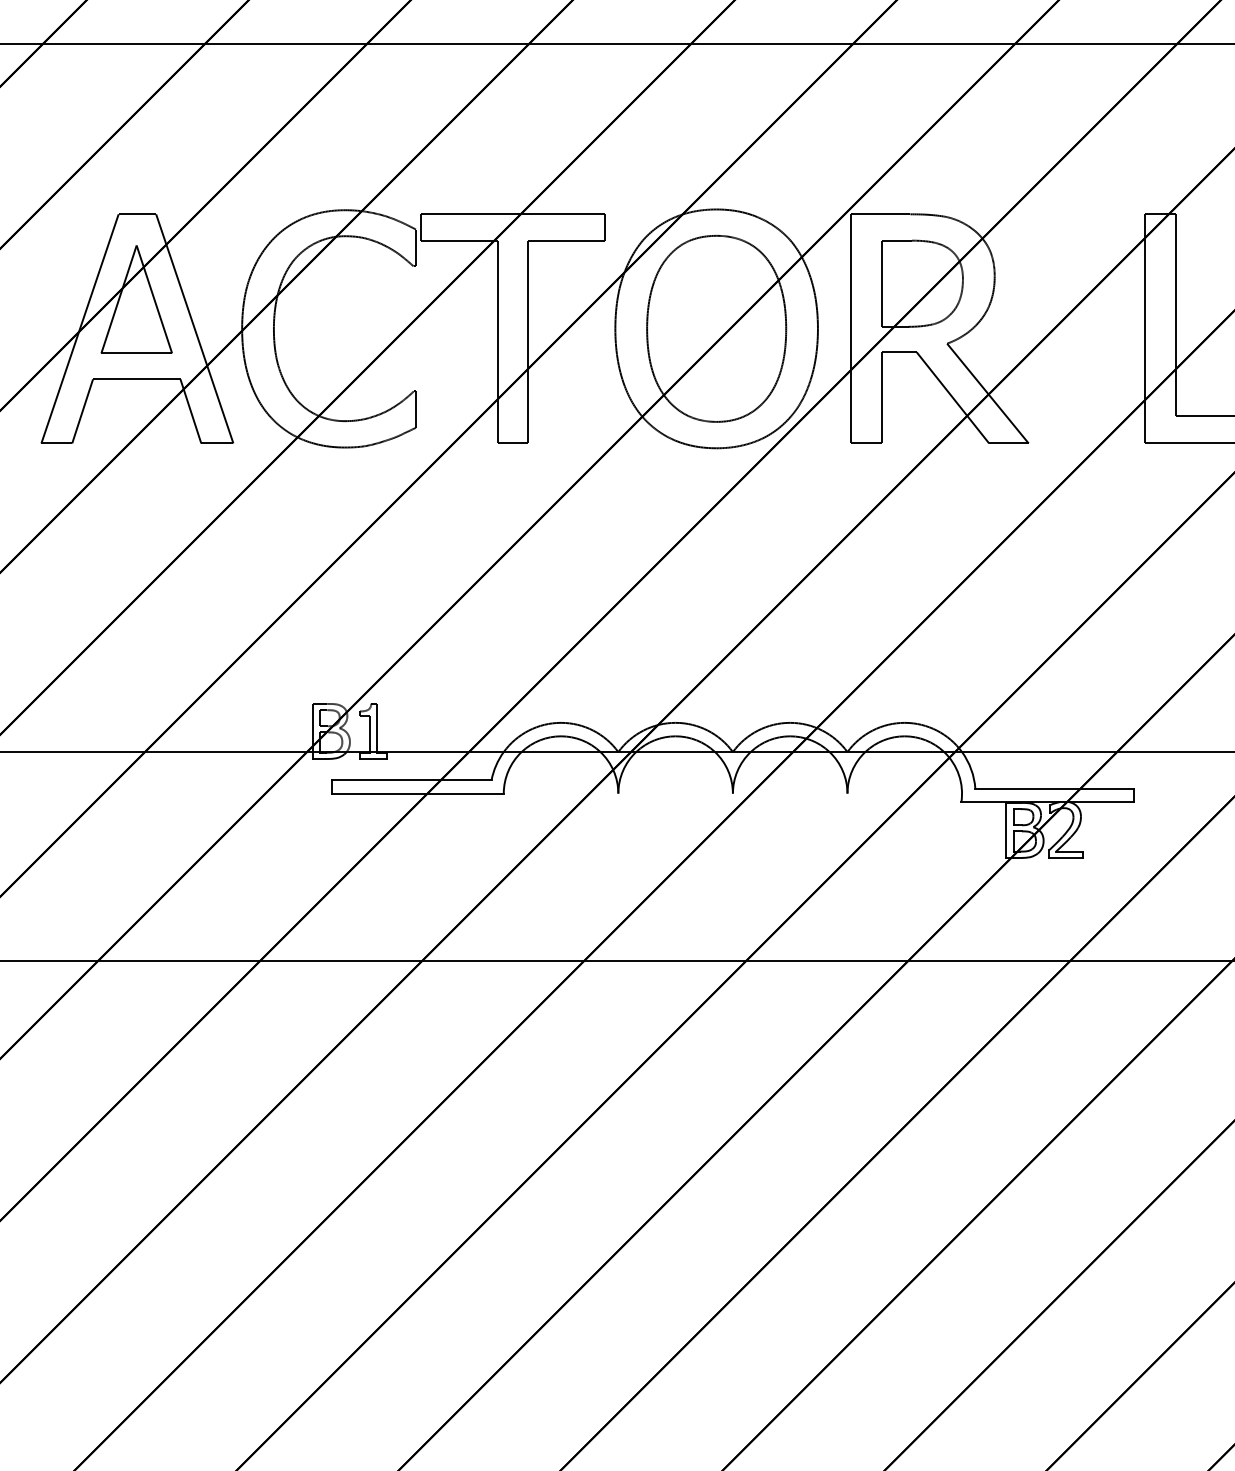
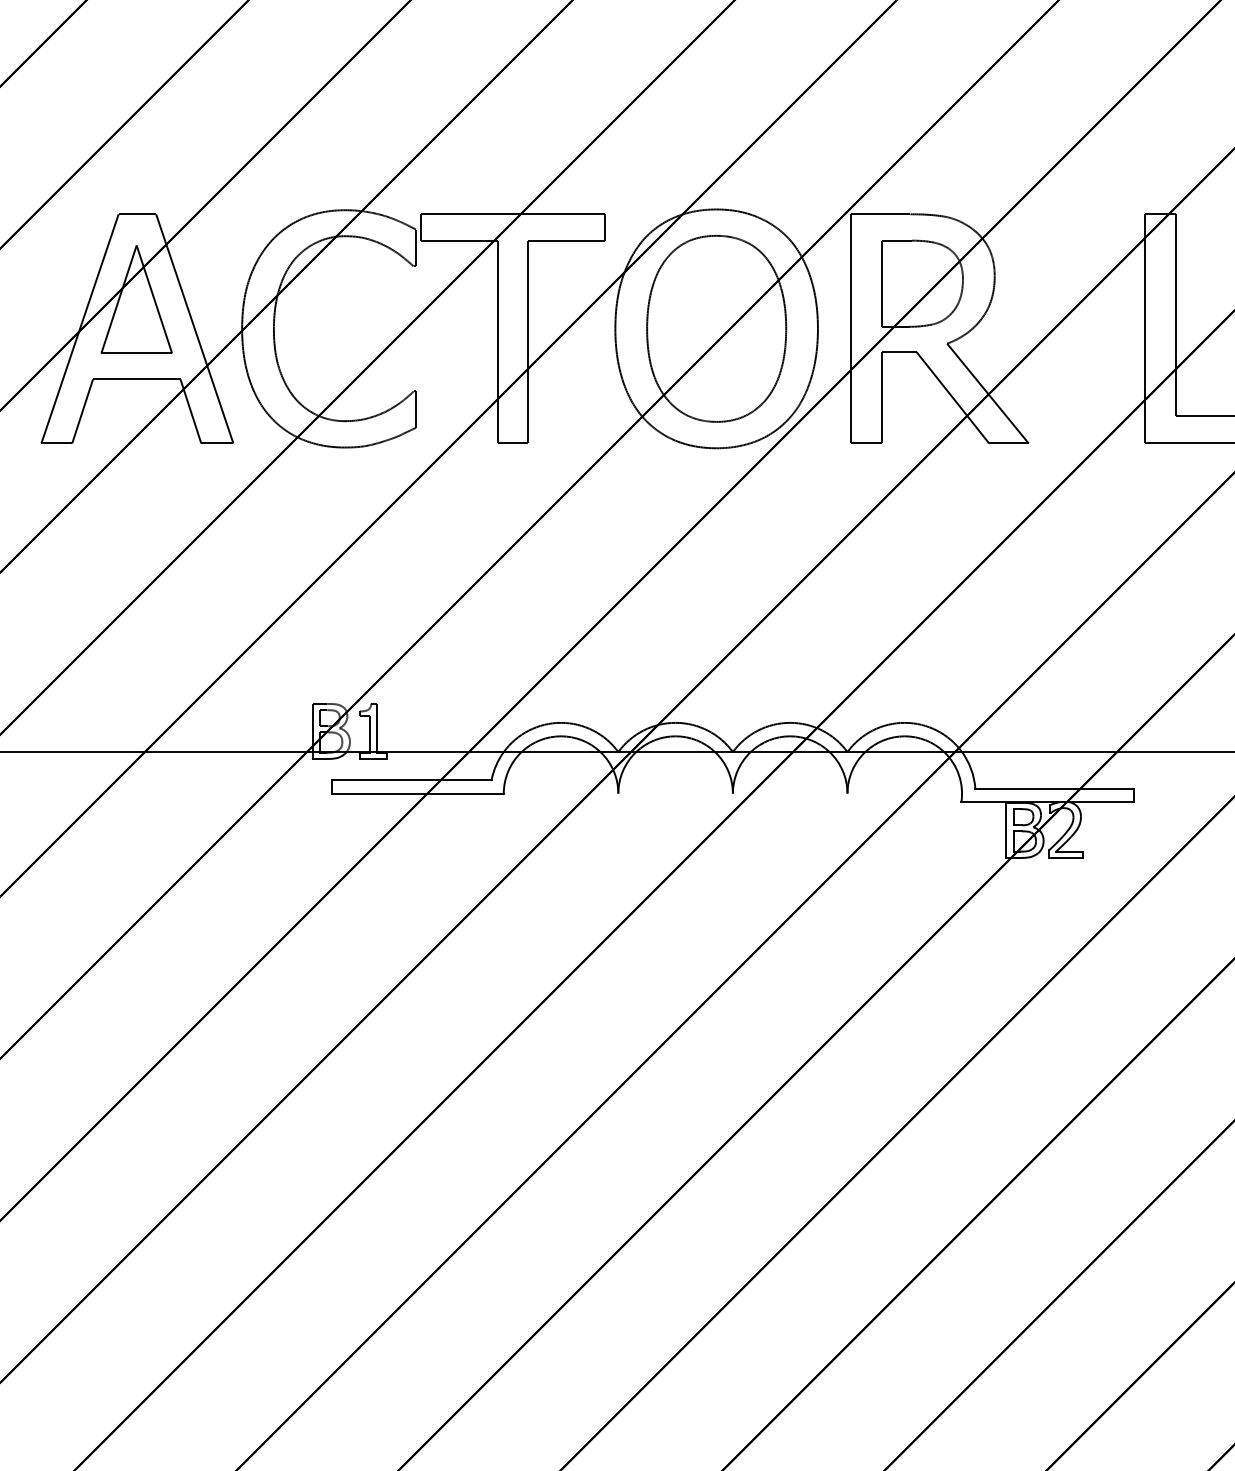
line at (616, 44): present -> none
line at (616, 960): present -> none
